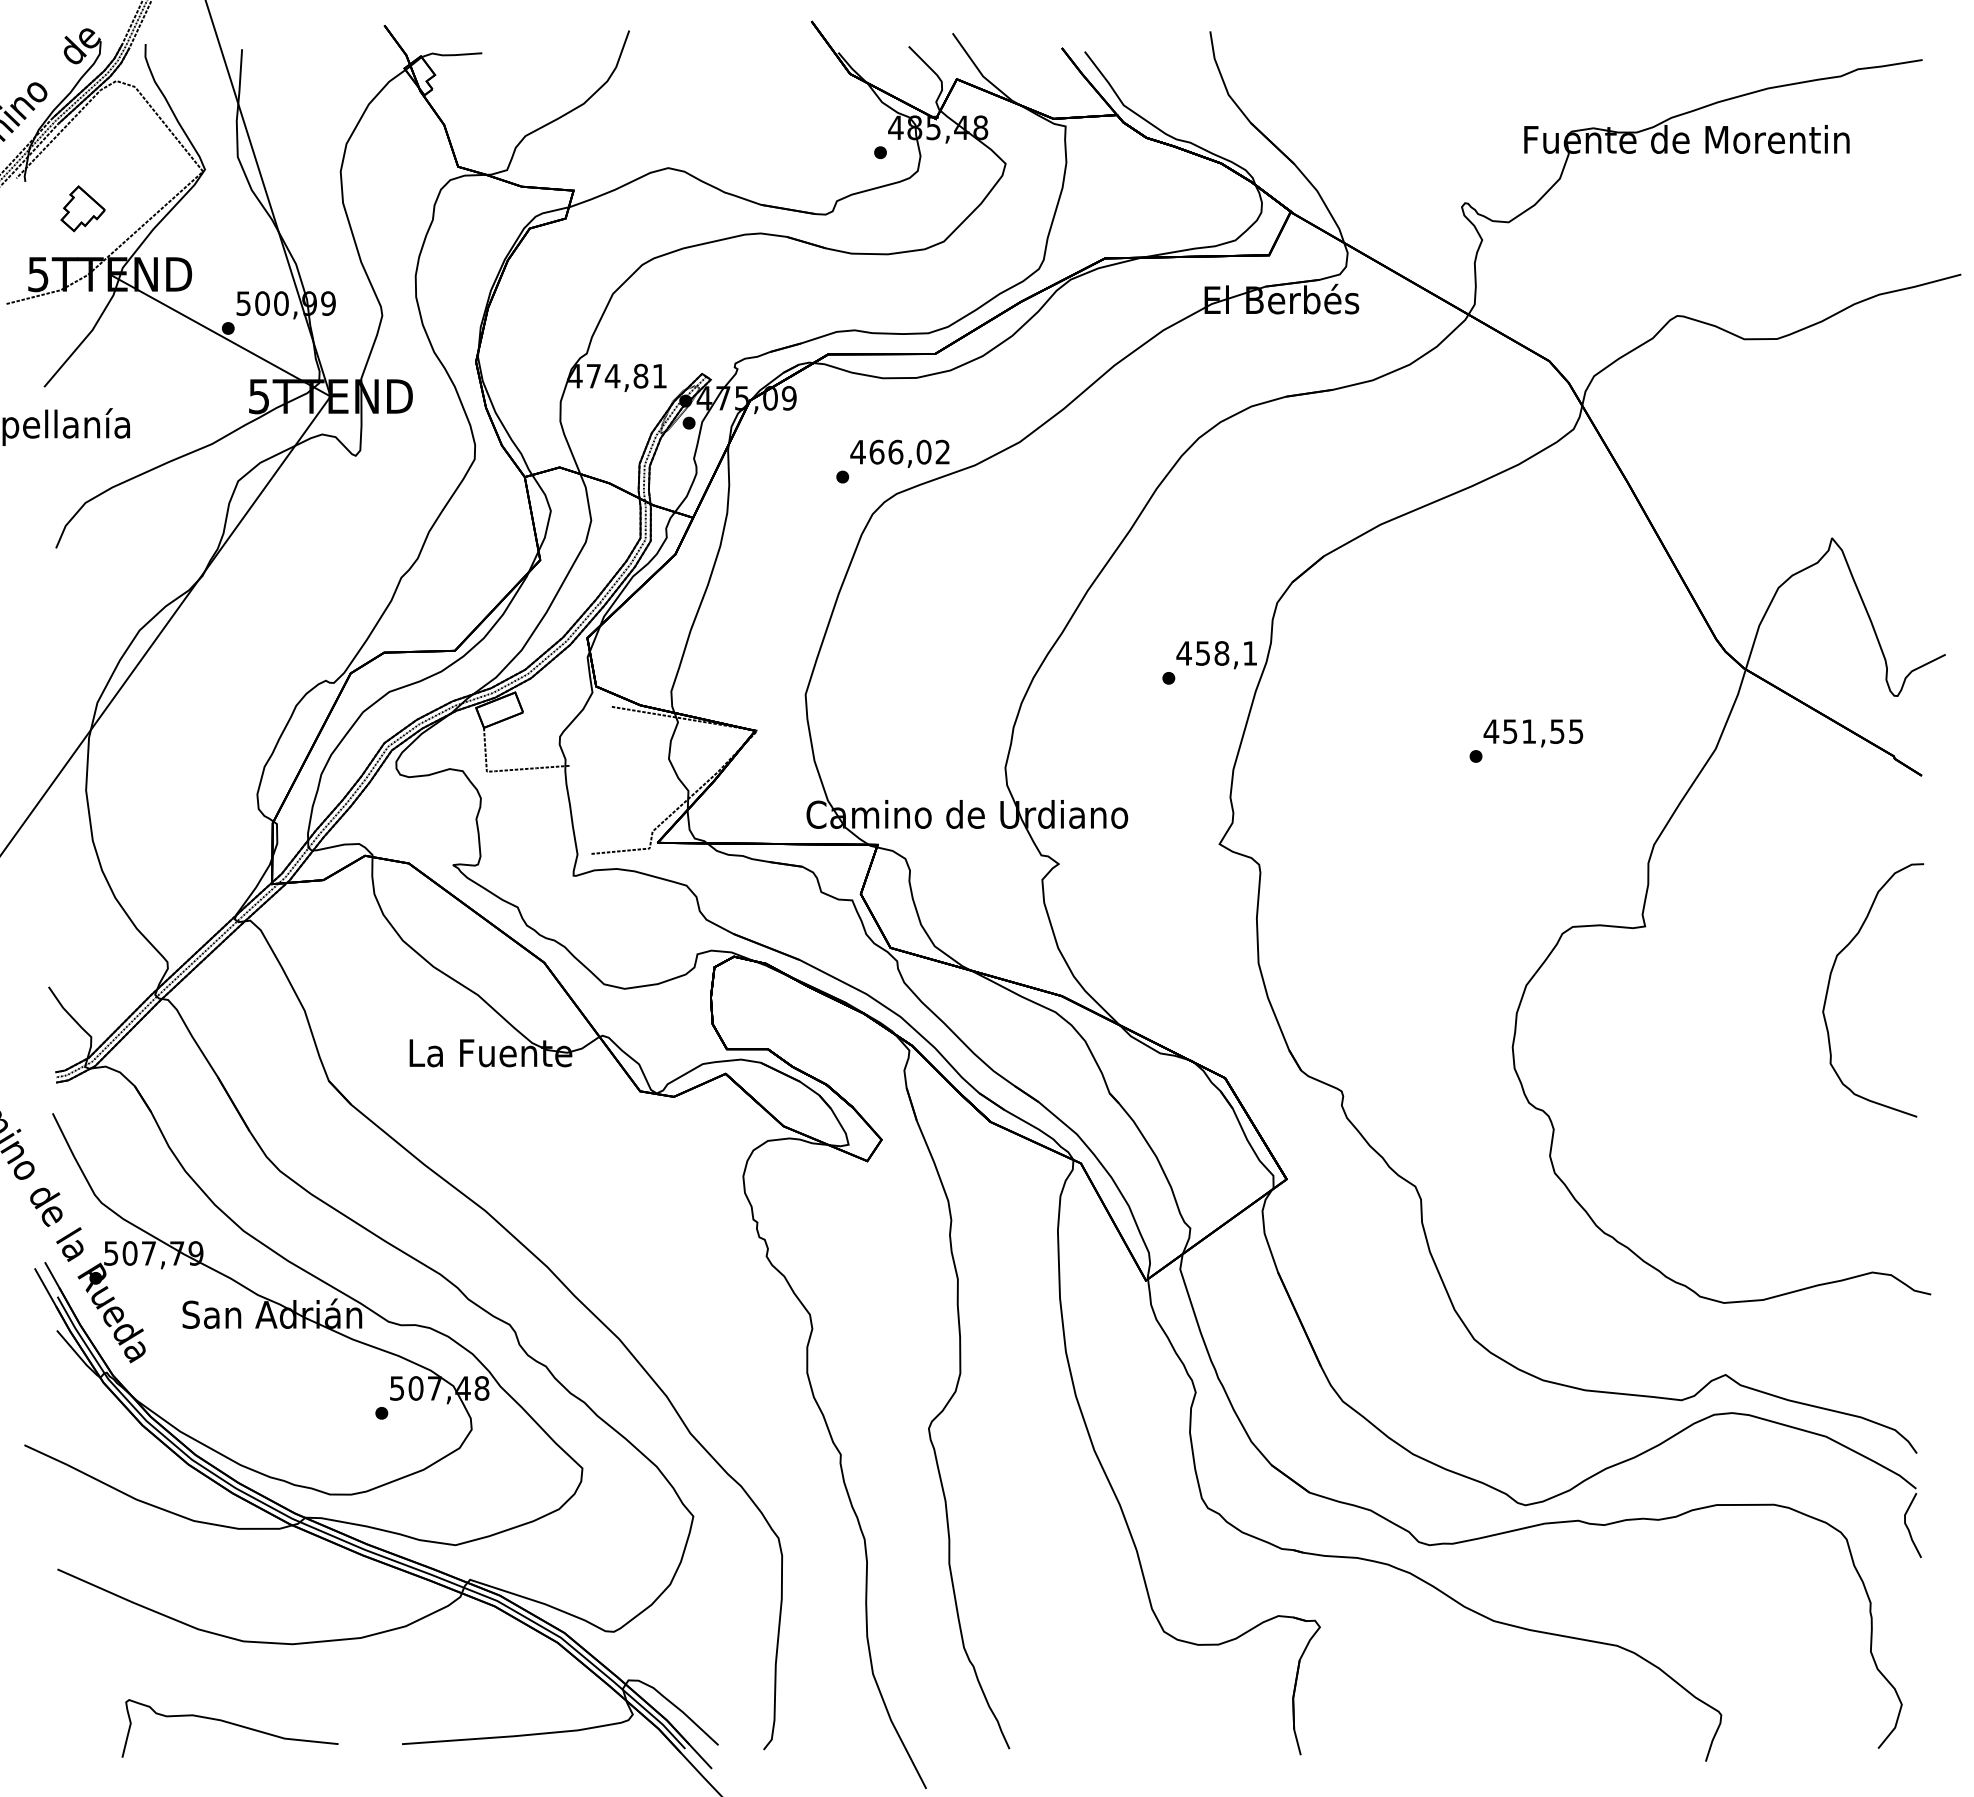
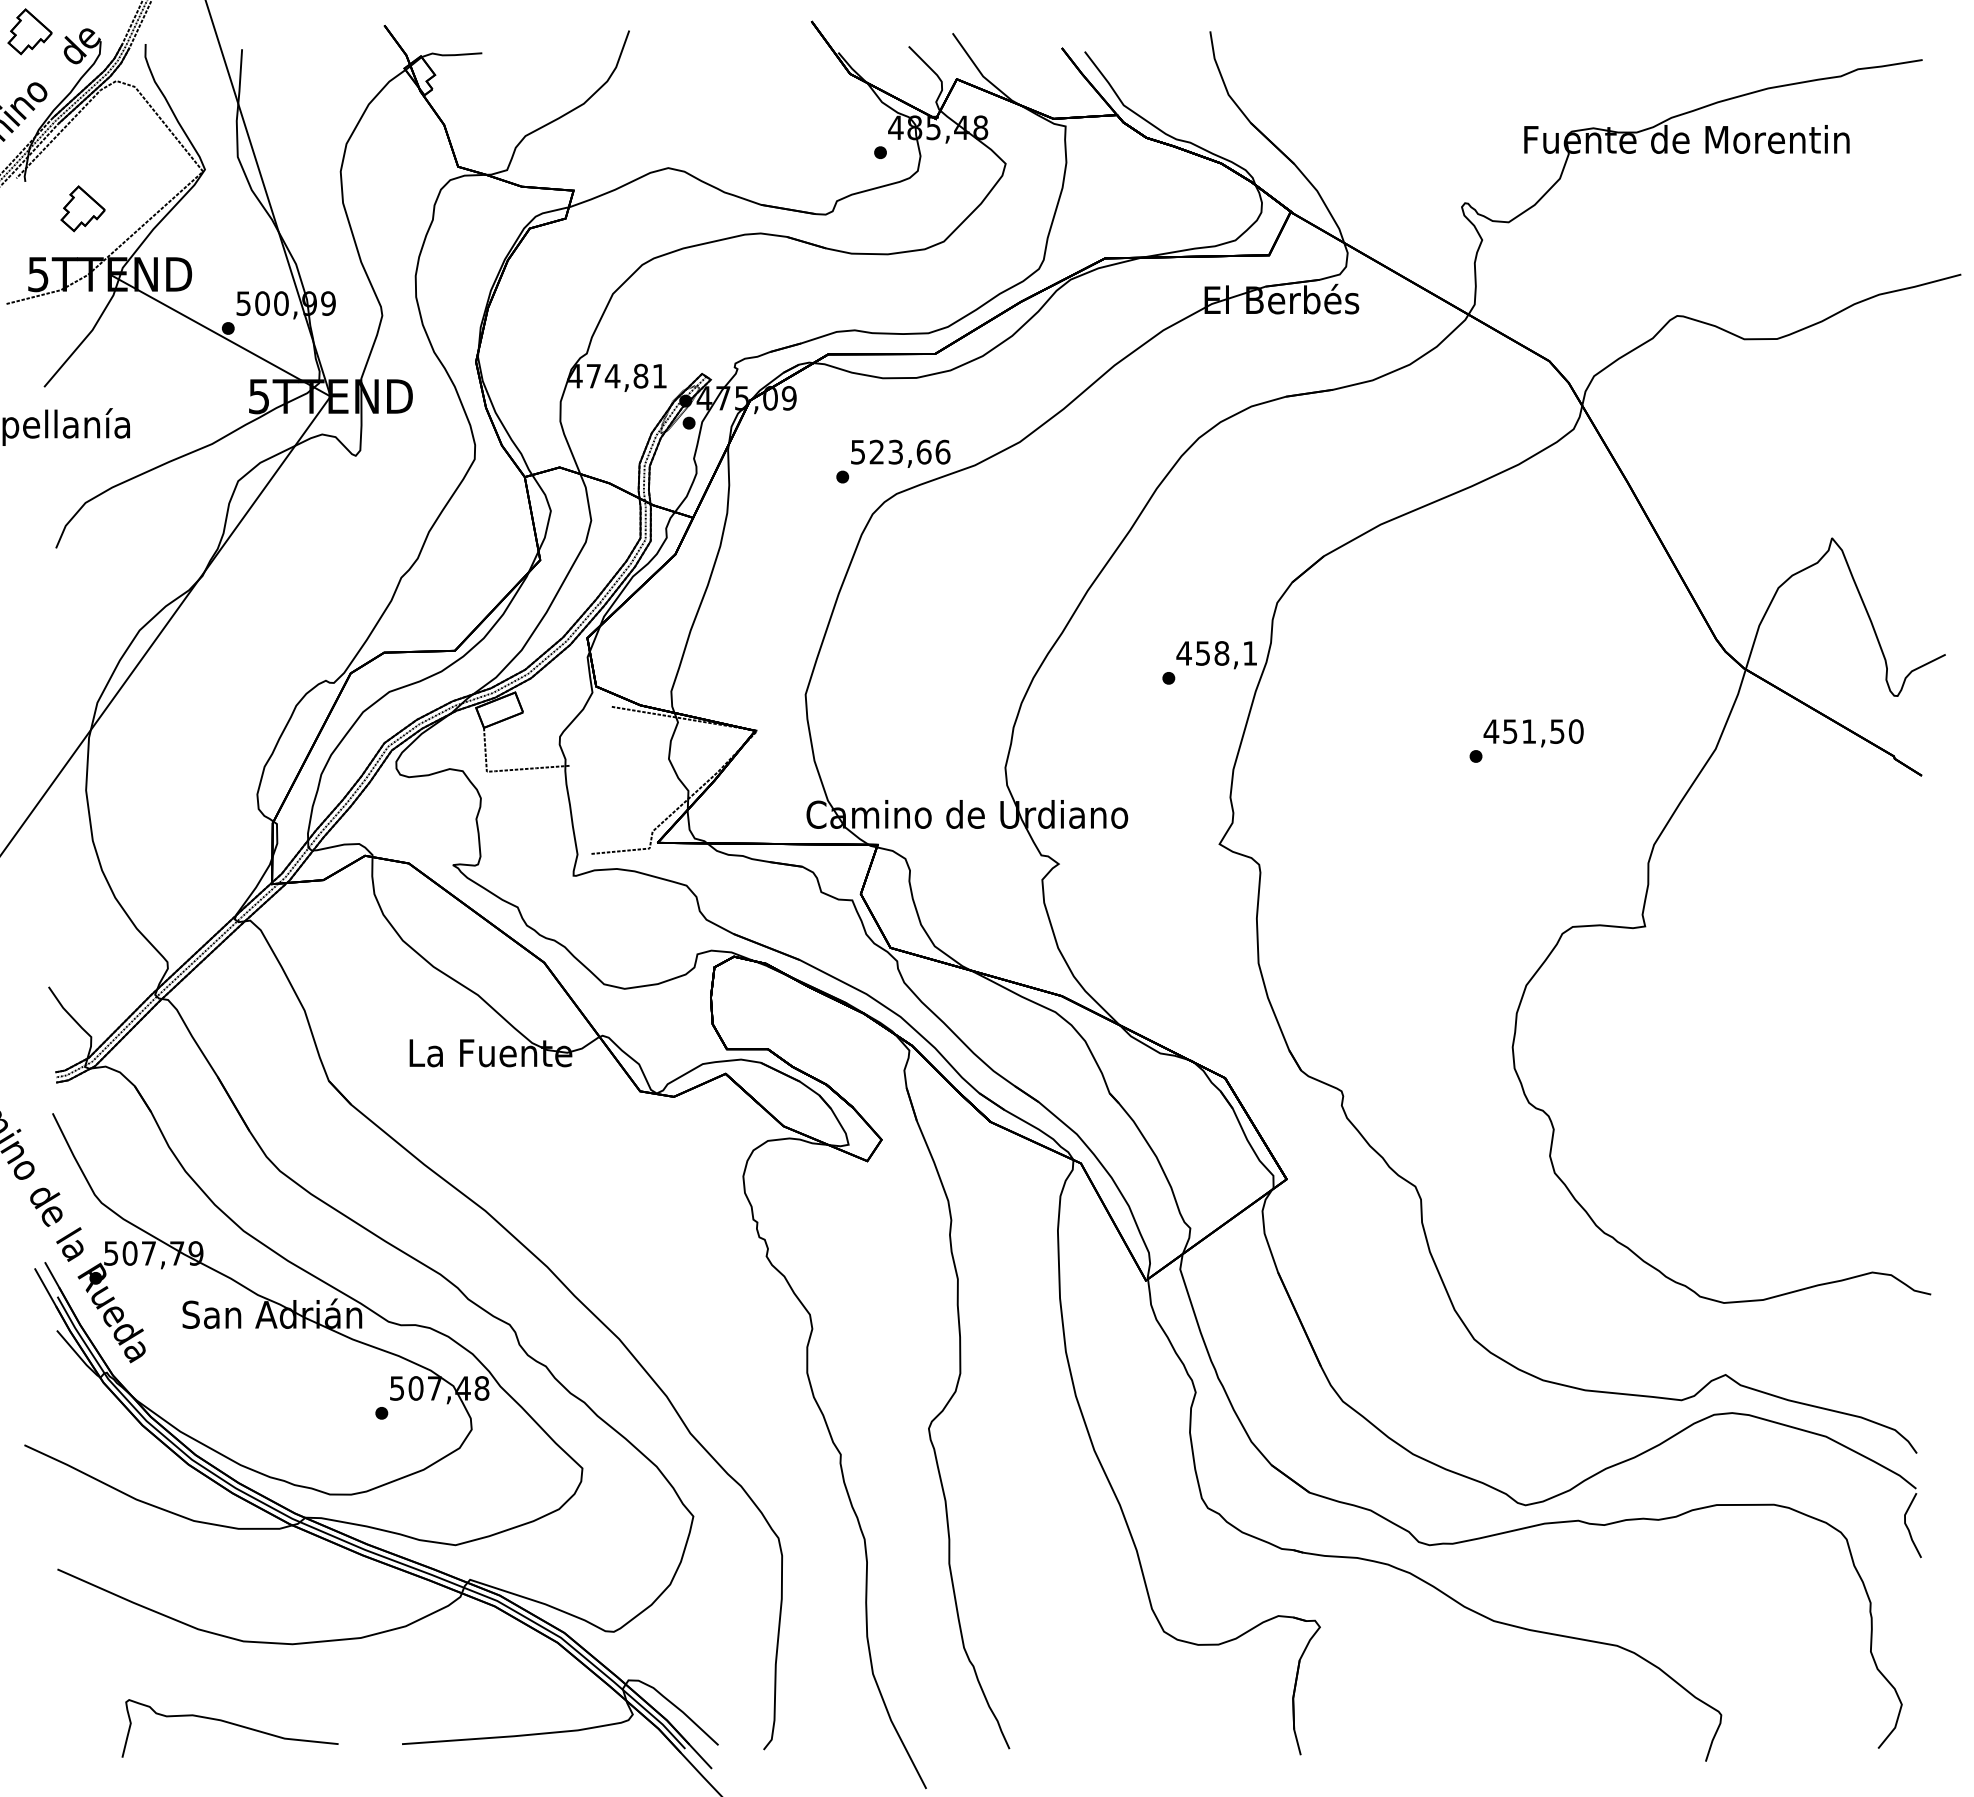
part at (29, 31): none -> present
text at (900, 451): 466,02 -> 523,66
text at (1575, 731): 451,55 -> 451,50
part at (1830, 981): present -> none
